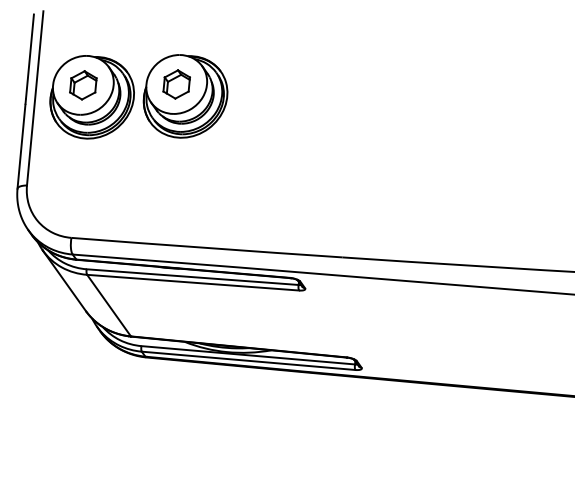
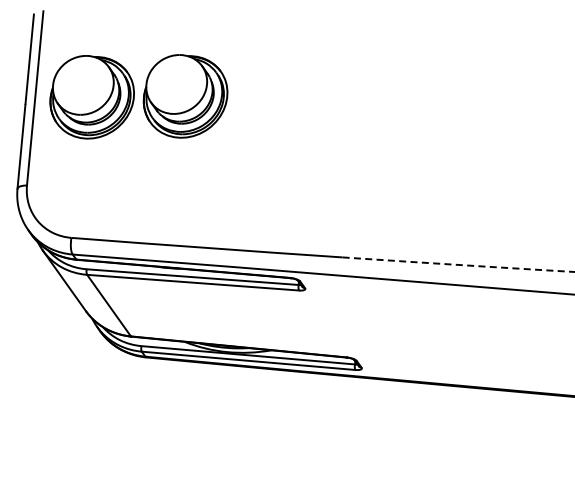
part at (176, 84): present -> none
part at (83, 85): present -> none
arc at (459, 265): solid -> dashed
